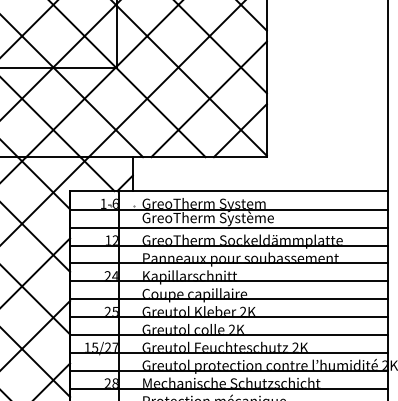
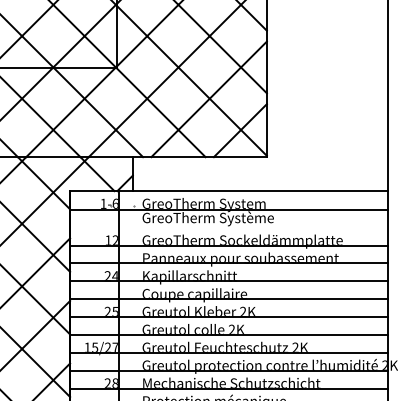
line at (228, 227): present -> none
